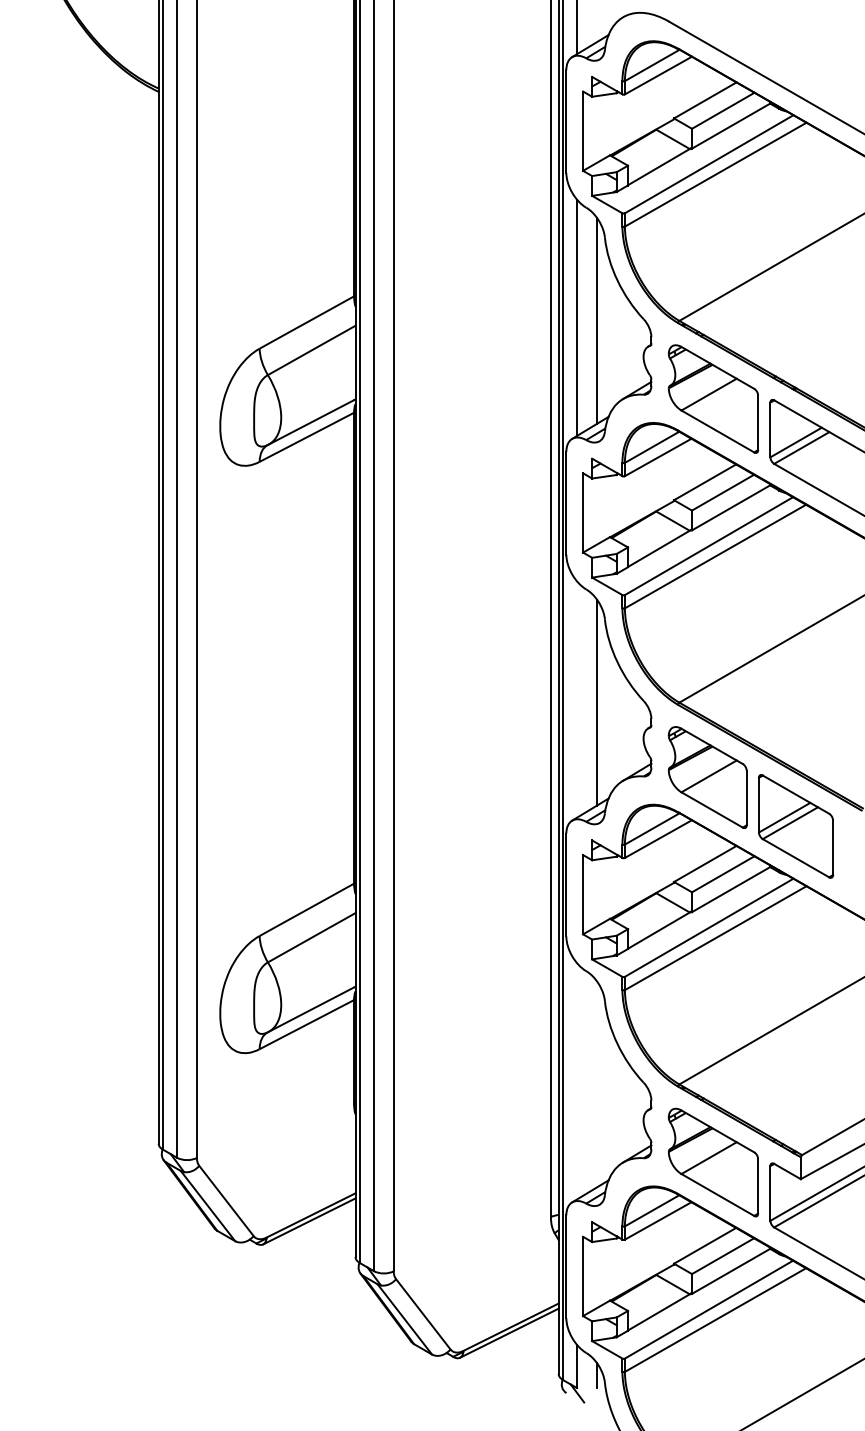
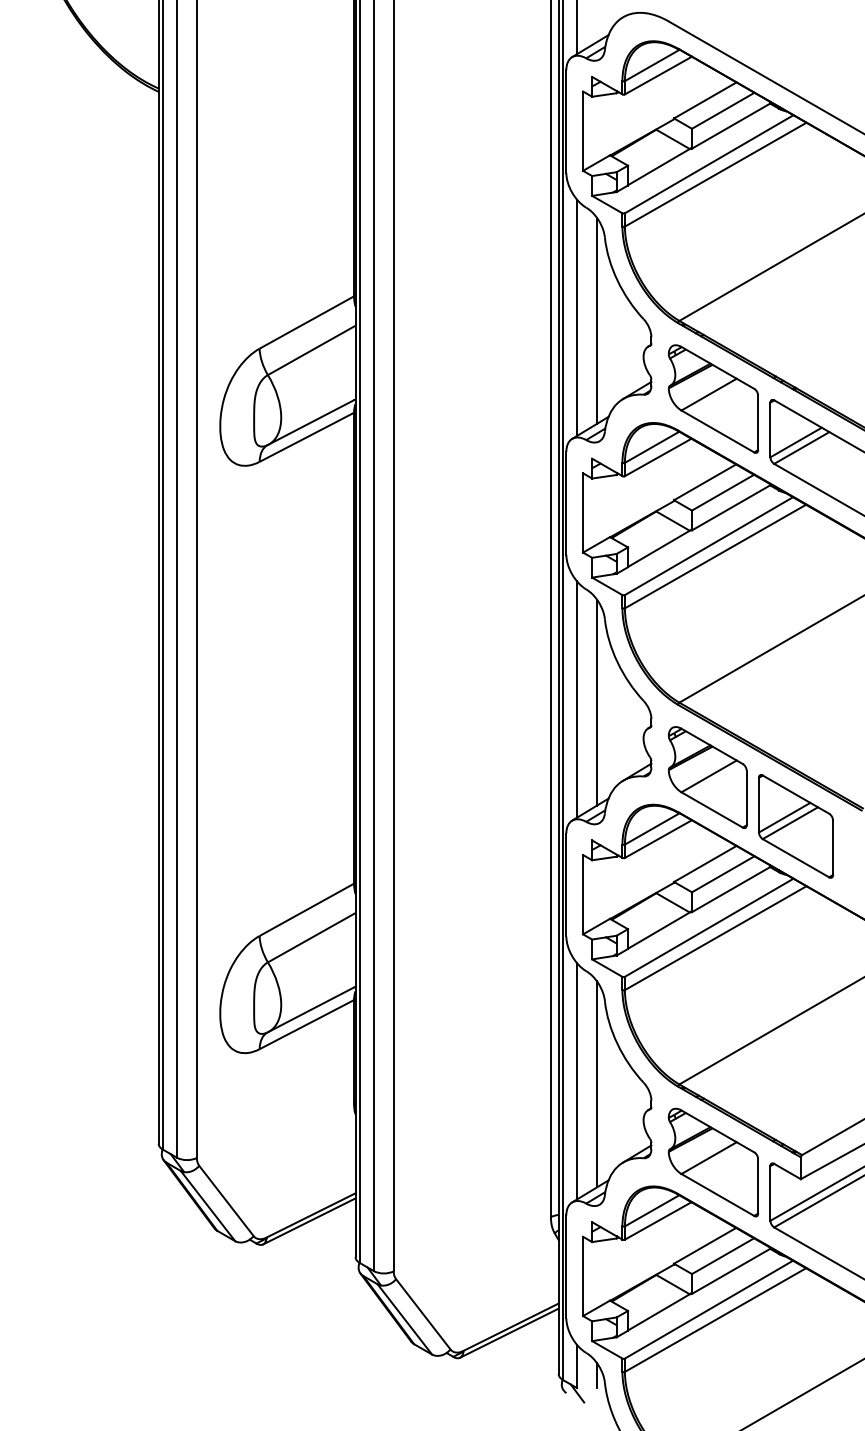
line at (577, 699): none -> present
line at (577, 1081): none -> present
line at (596, 1084): none -> present
